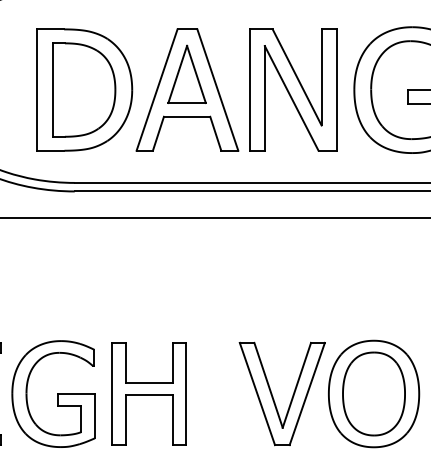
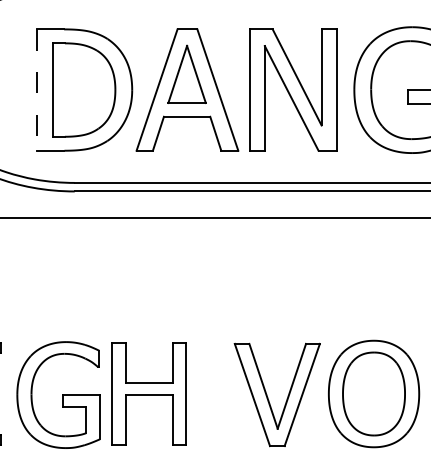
line at (36, 90): solid -> dashed
part at (53, 393) position: (53, 393) -> (58, 394)
part at (273, 396) position: (273, 396) -> (268, 397)
